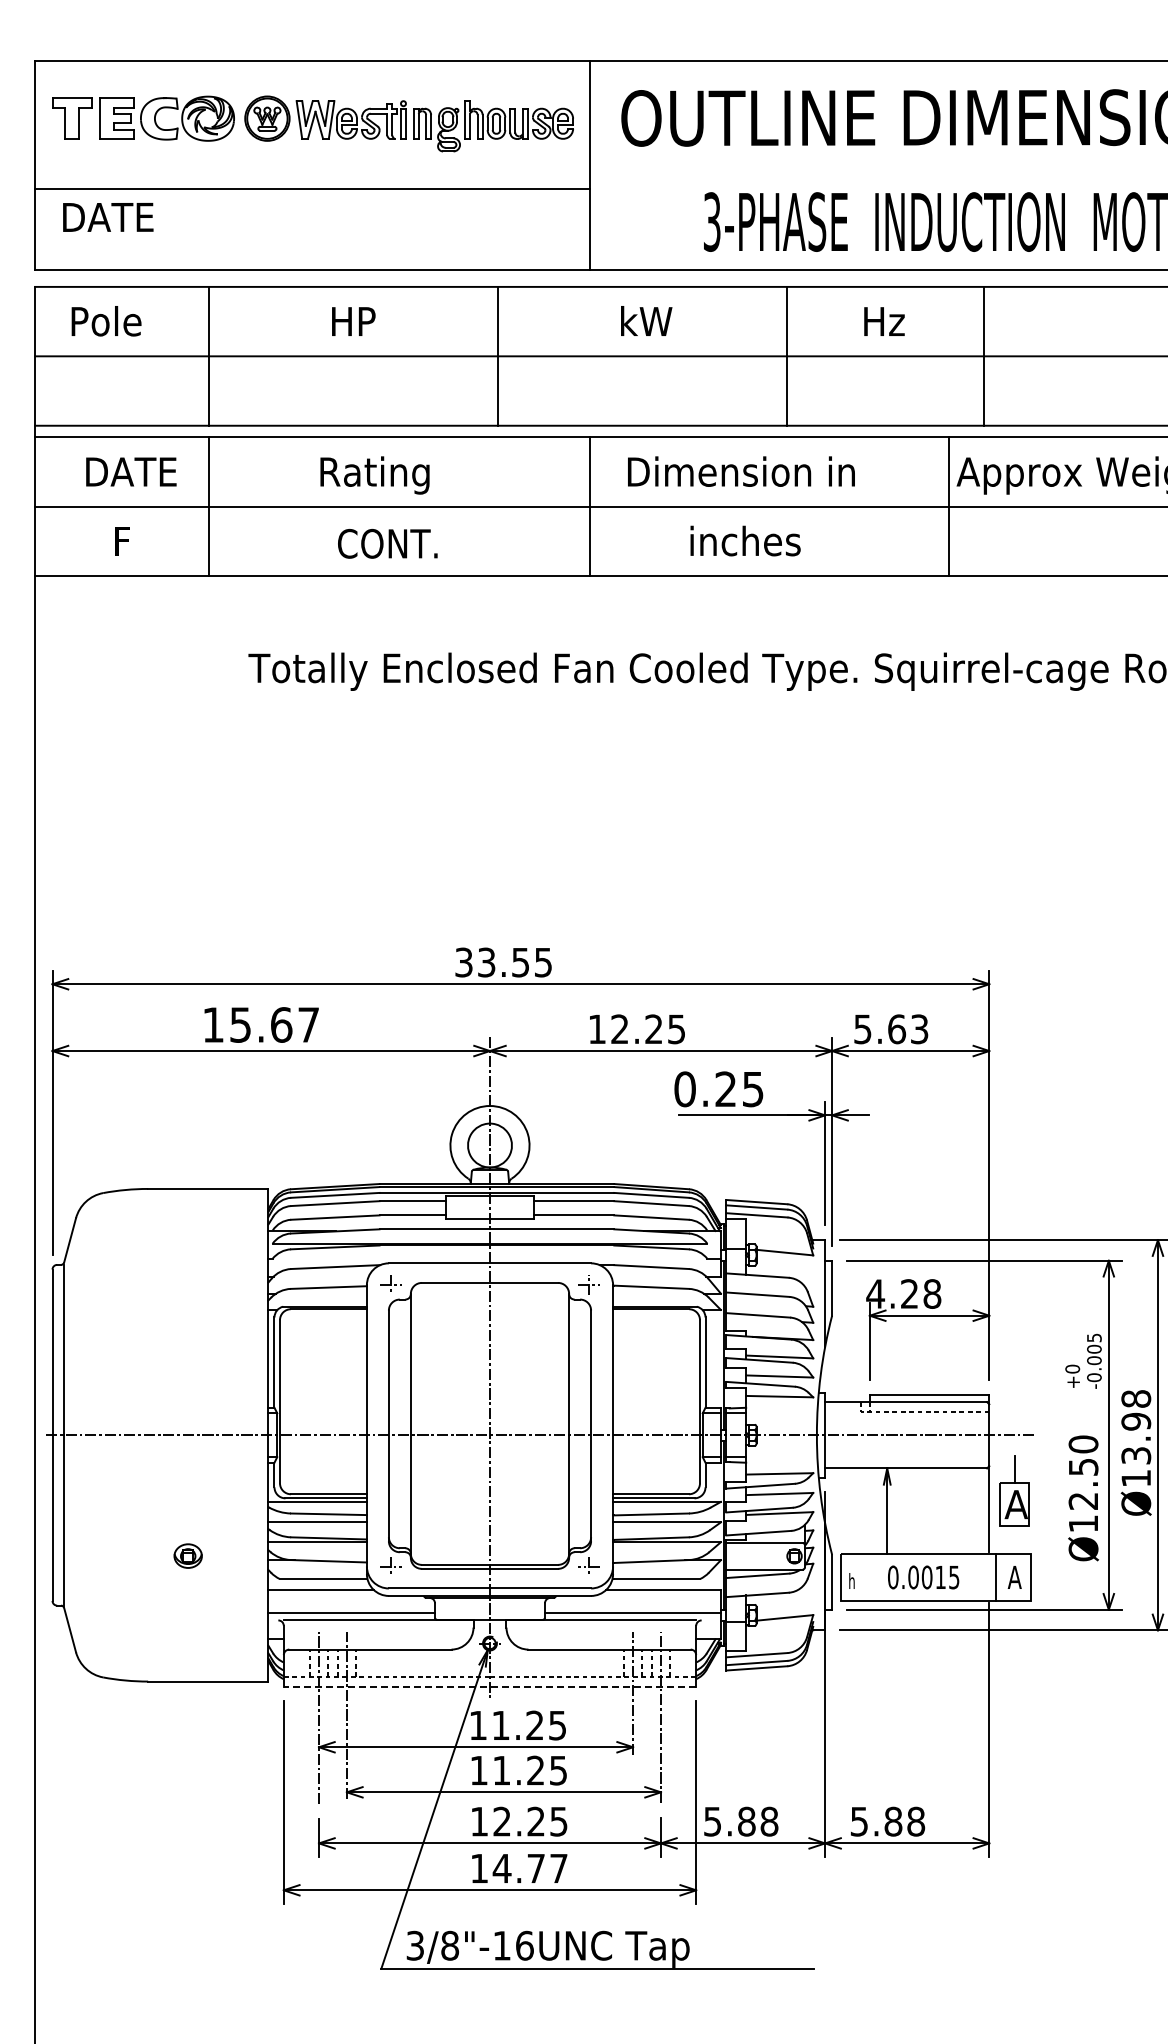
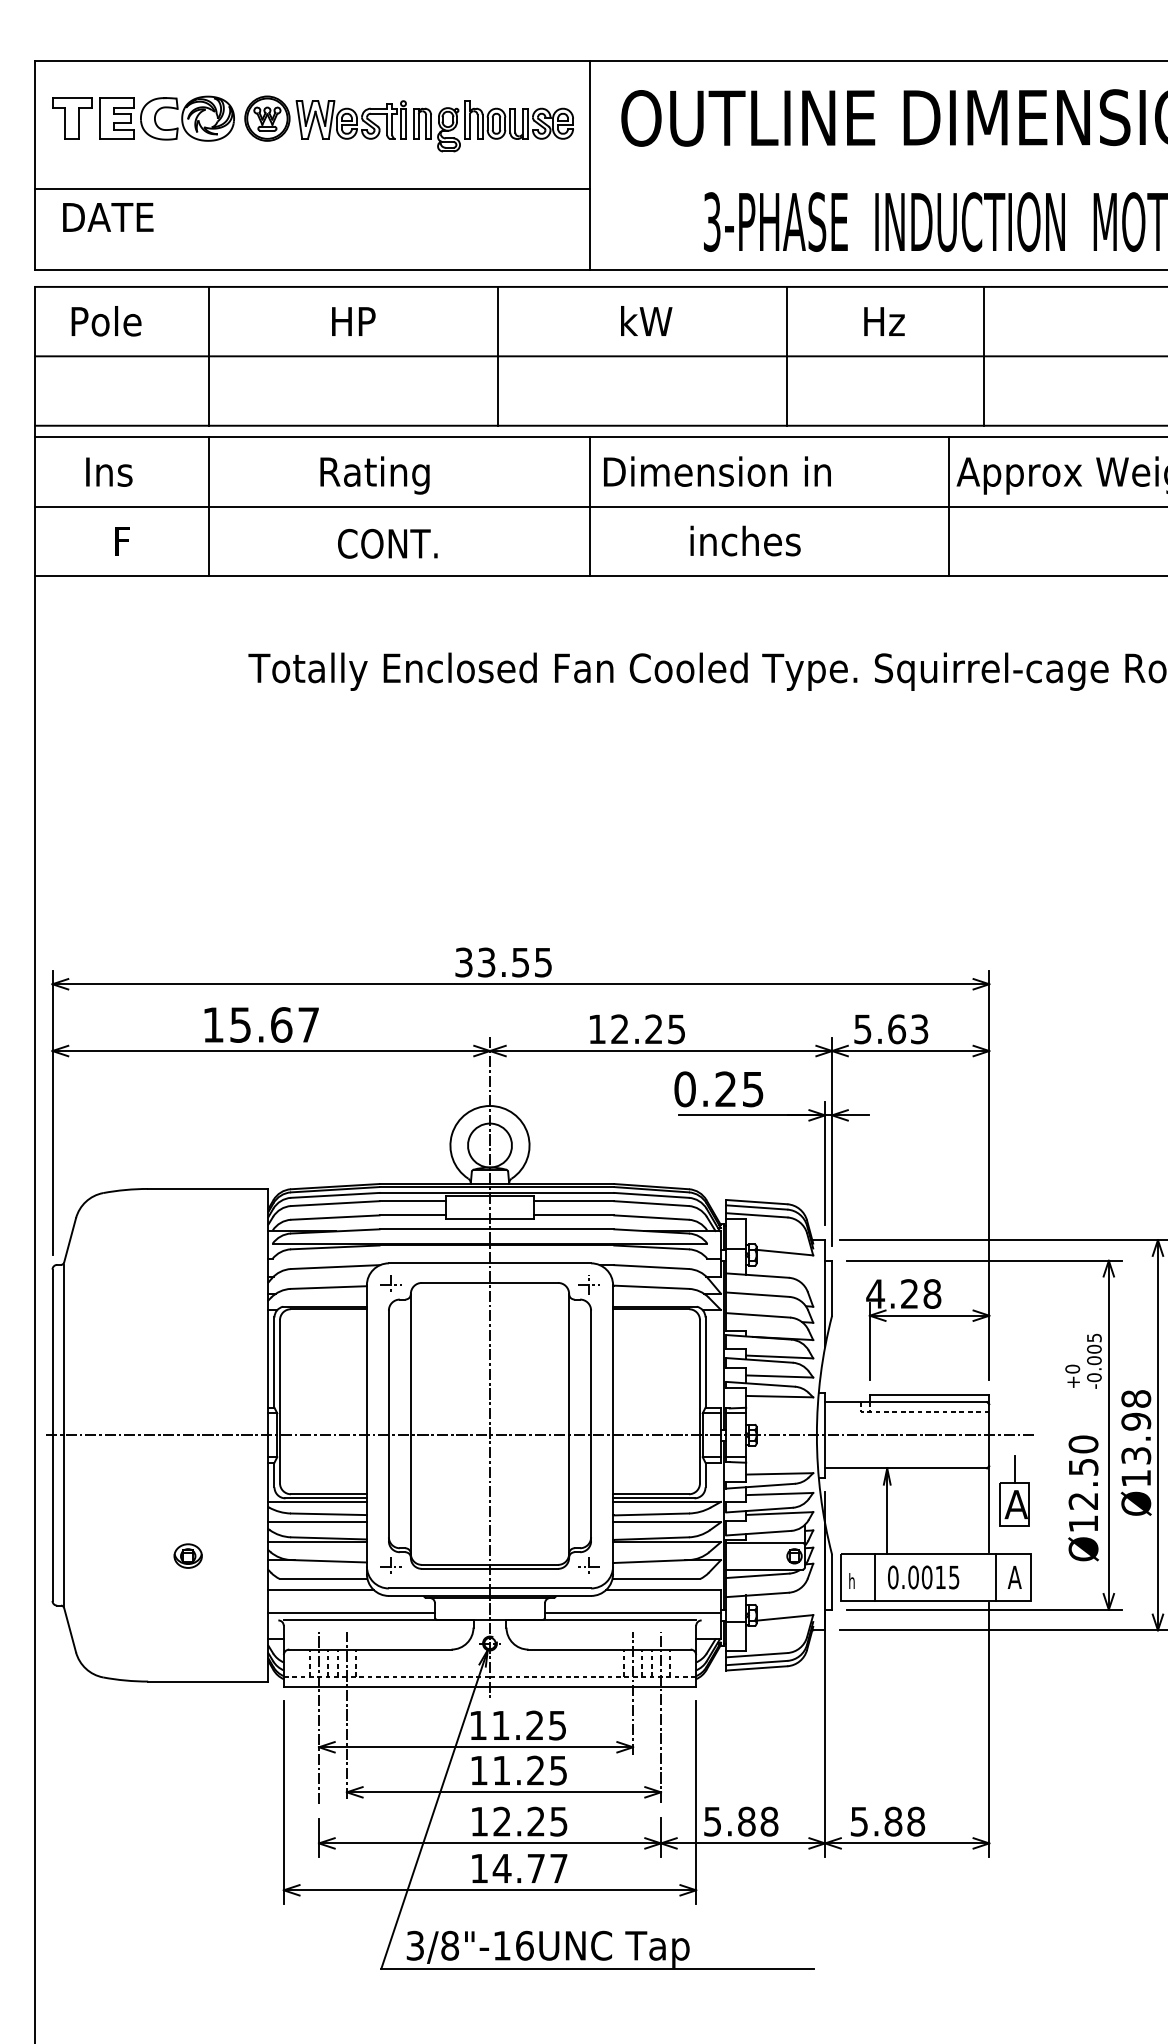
text at (132, 471): DATE -> Ins
text at (741, 471) position: (741, 471) -> (717, 471)
line at (875, 1577): none -> present
line at (489, 1686): dashed -> solid
